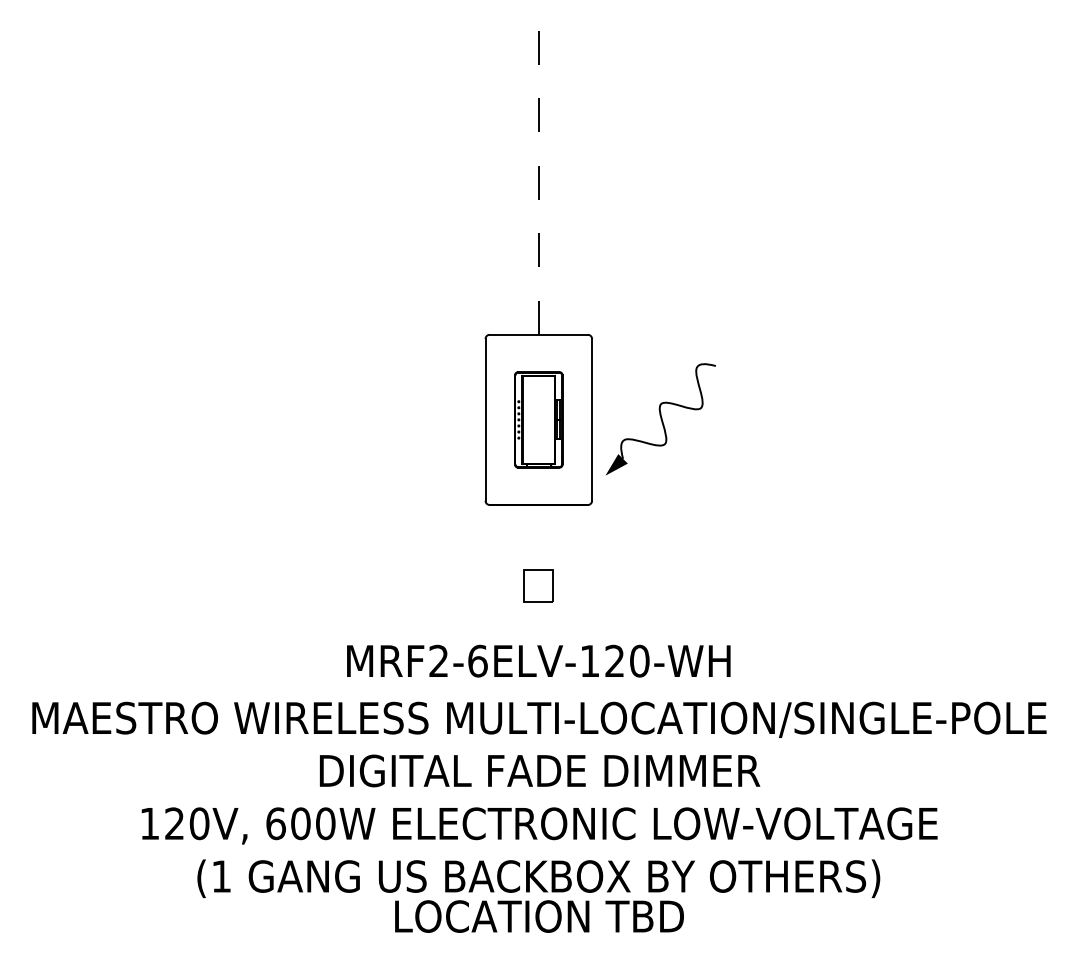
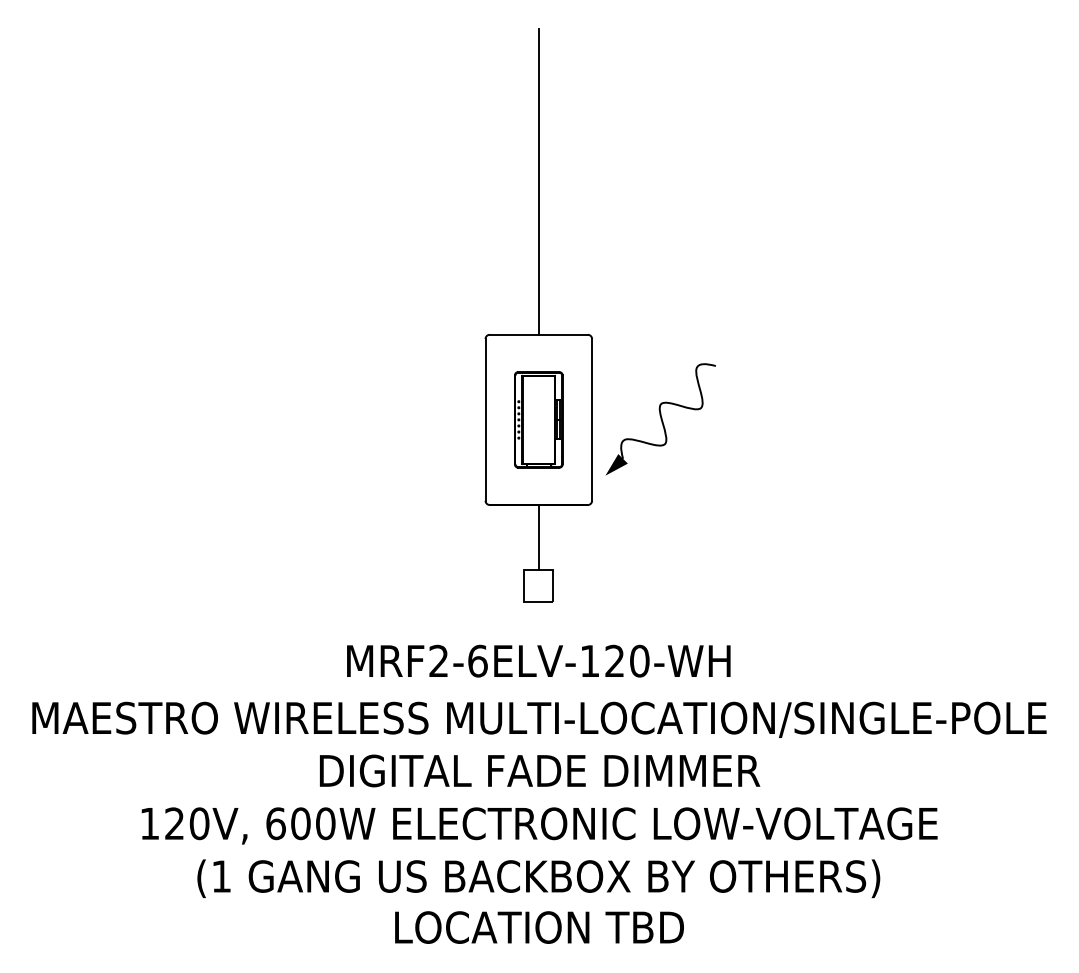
line at (538, 181): dashed -> solid
line at (538, 537): none -> present
text at (539, 916) position: (539, 916) -> (539, 927)
